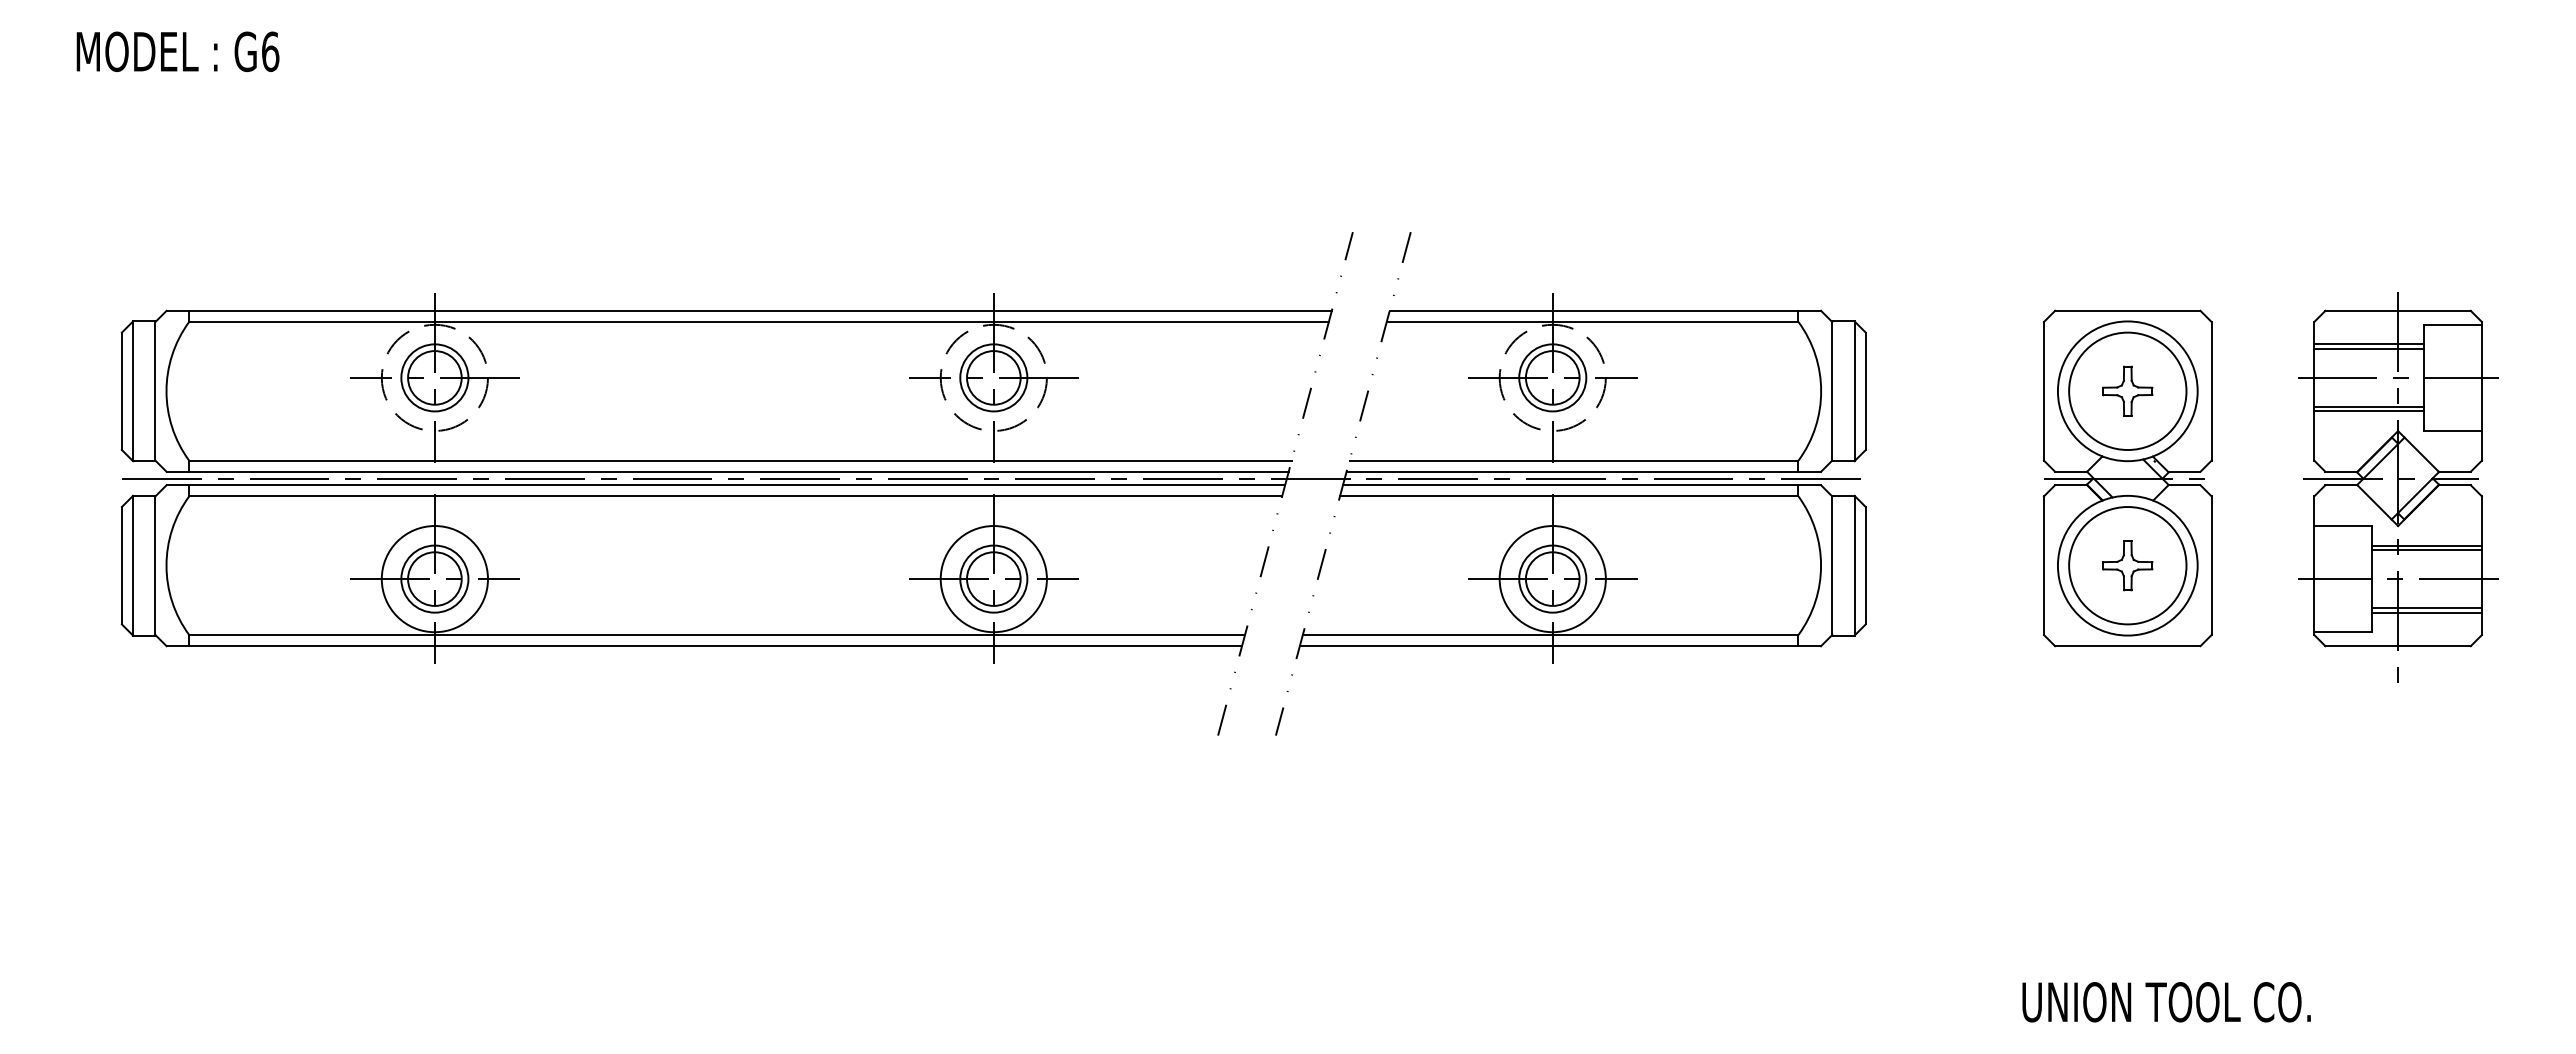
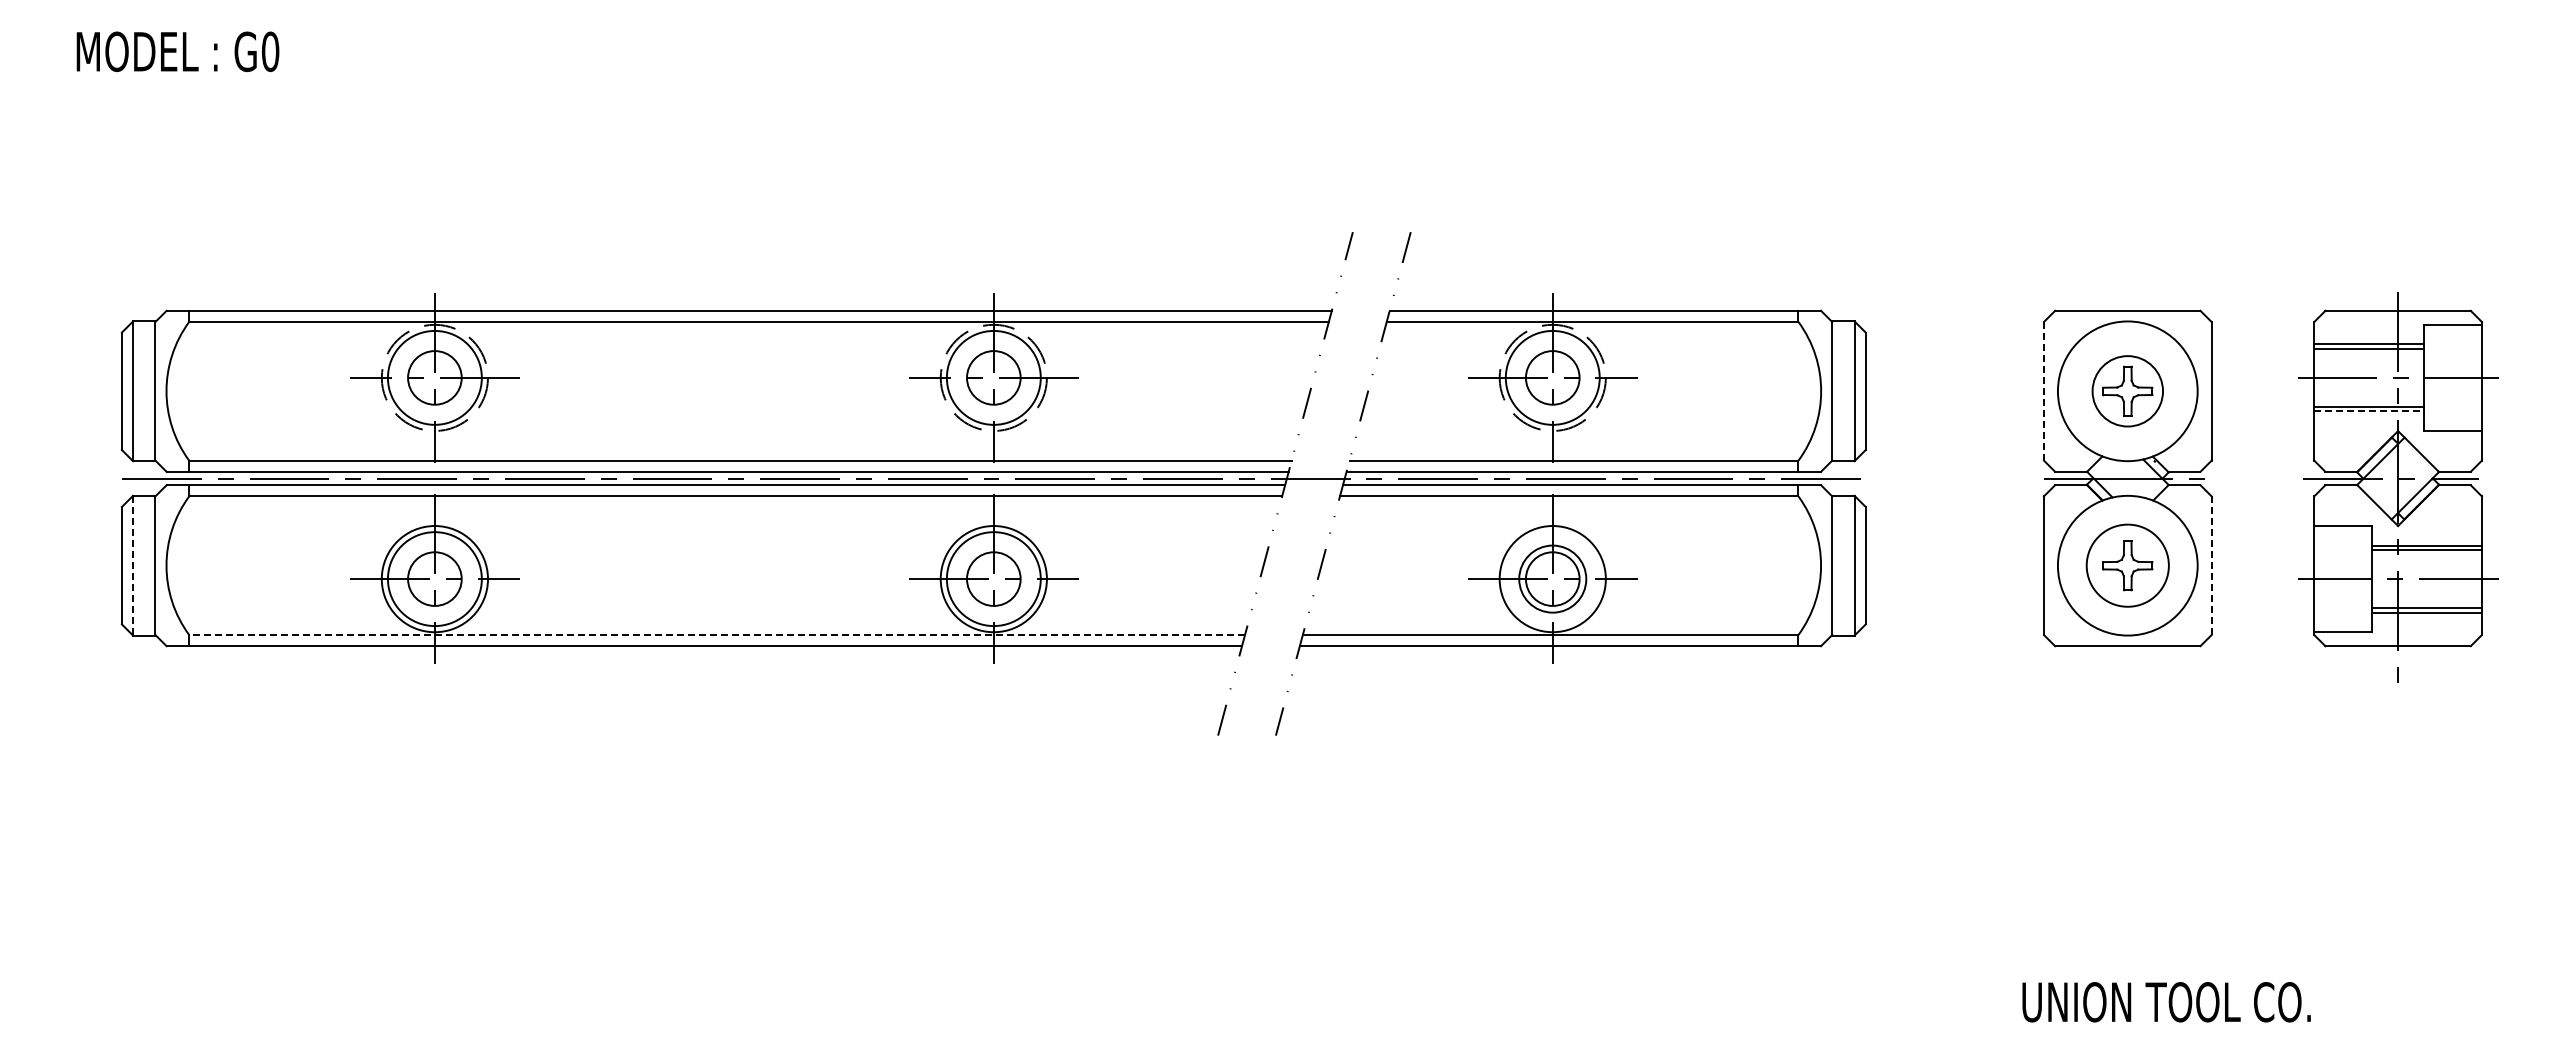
text at (270, 51): G6 -> G0
circle at (434, 377) diameter: 67 px -> 94 px
circle at (993, 377) diameter: 67 px -> 94 px
circle at (1552, 377) diameter: 67 px -> 94 px
line at (2043, 391): solid -> dashed
circle at (2127, 391) diameter: 117 px -> 70 px
line at (2369, 411): solid -> dashed
line at (133, 565): solid -> dashed
circle at (2127, 565) diameter: 117 px -> 82 px
line at (2211, 565): solid -> dashed
circle at (434, 578) diameter: 67 px -> 94 px
circle at (993, 578) diameter: 67 px -> 94 px
line at (717, 635): solid -> dashed
